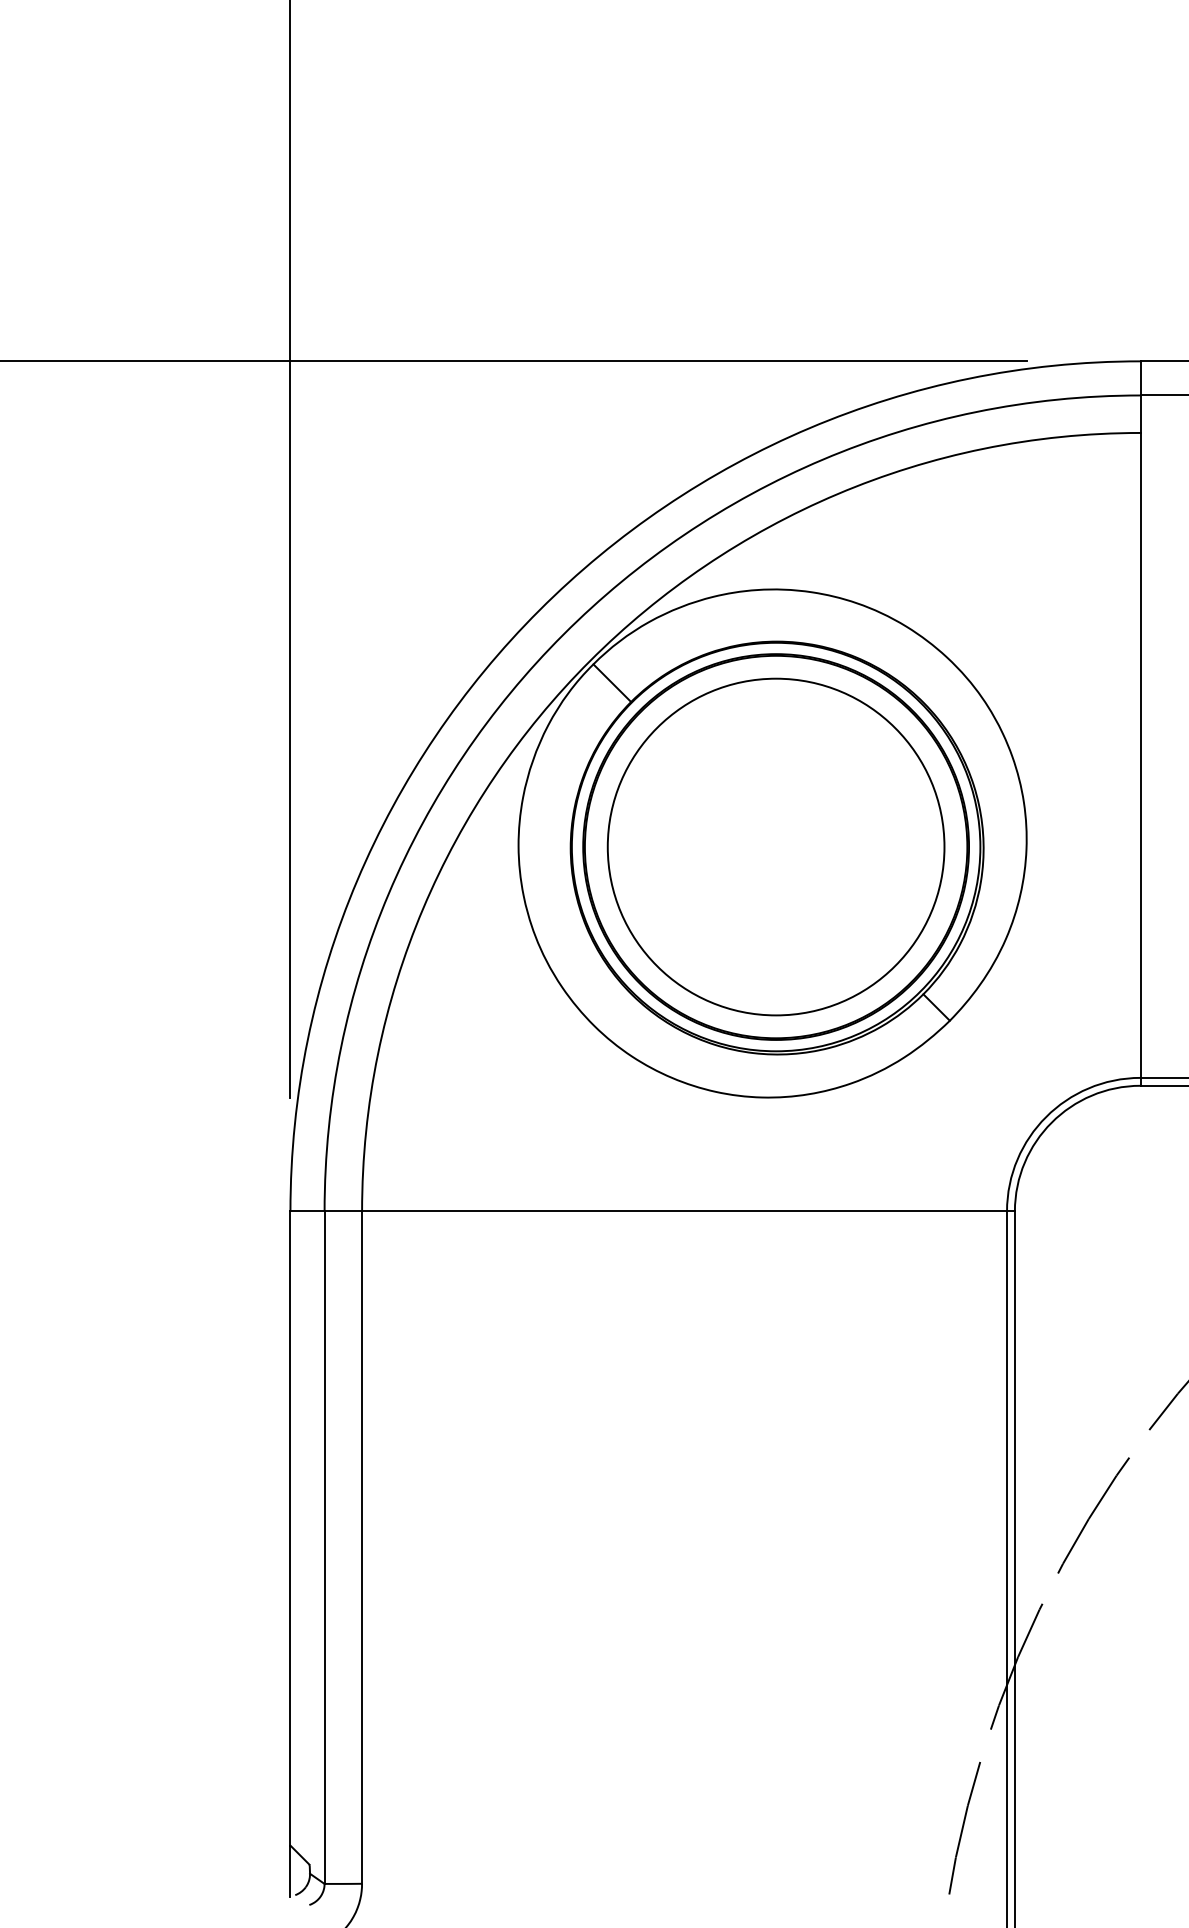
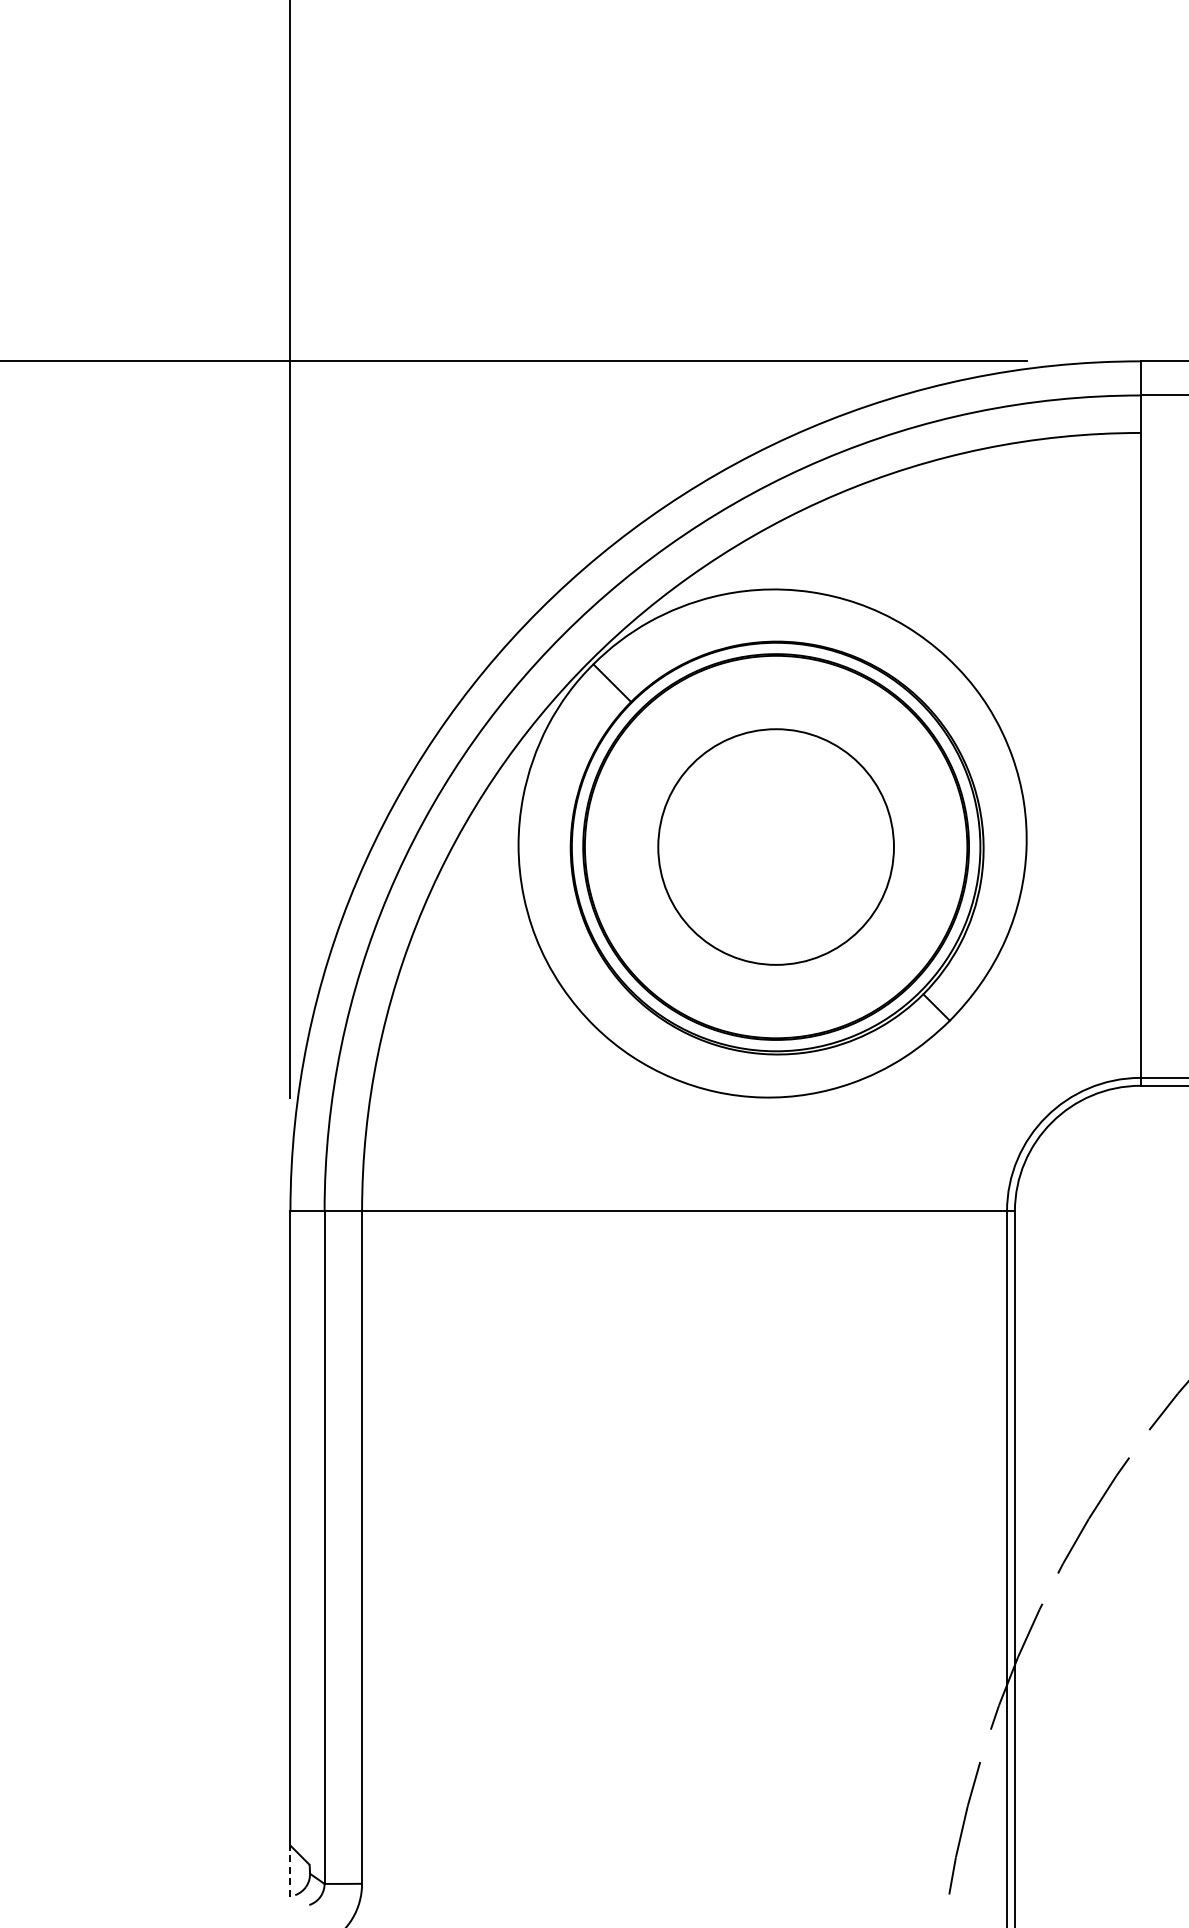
circle at (775, 846) diameter: 337 px -> 236 px
line at (290, 1871): solid -> dashed
